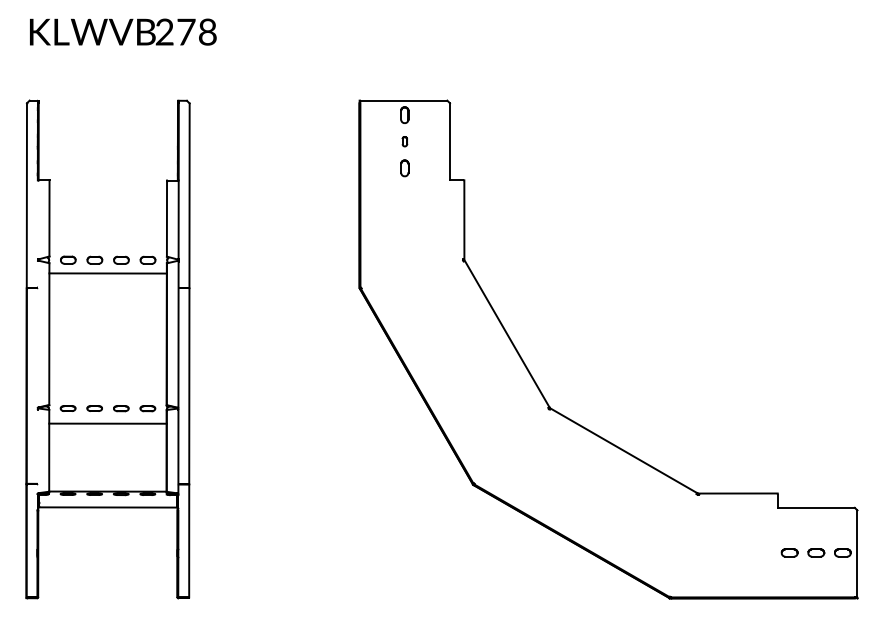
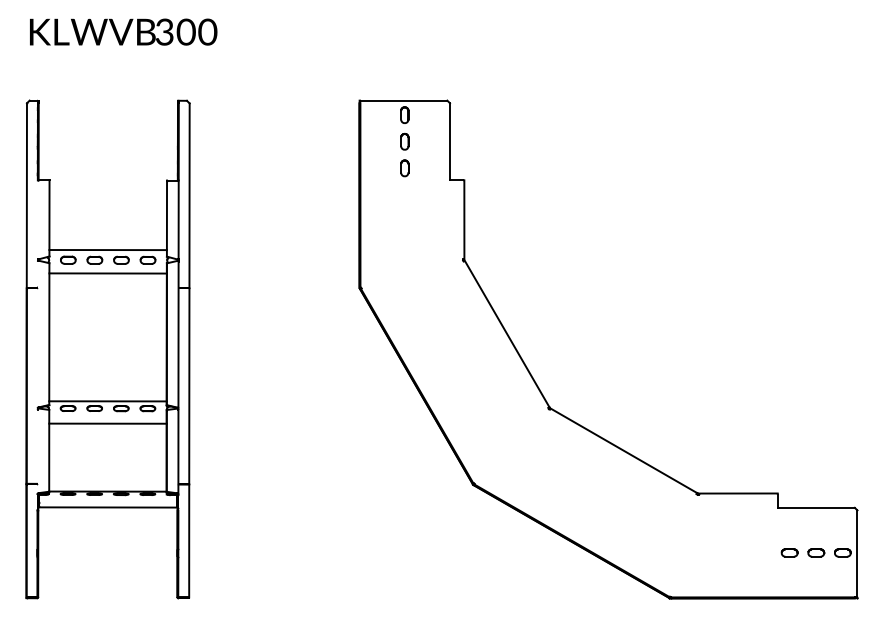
text at (186, 31): 278 -> 300
part at (404, 141) size: 8x12 px -> 10x19 px
line at (107, 250): none -> present
line at (107, 401): none -> present
